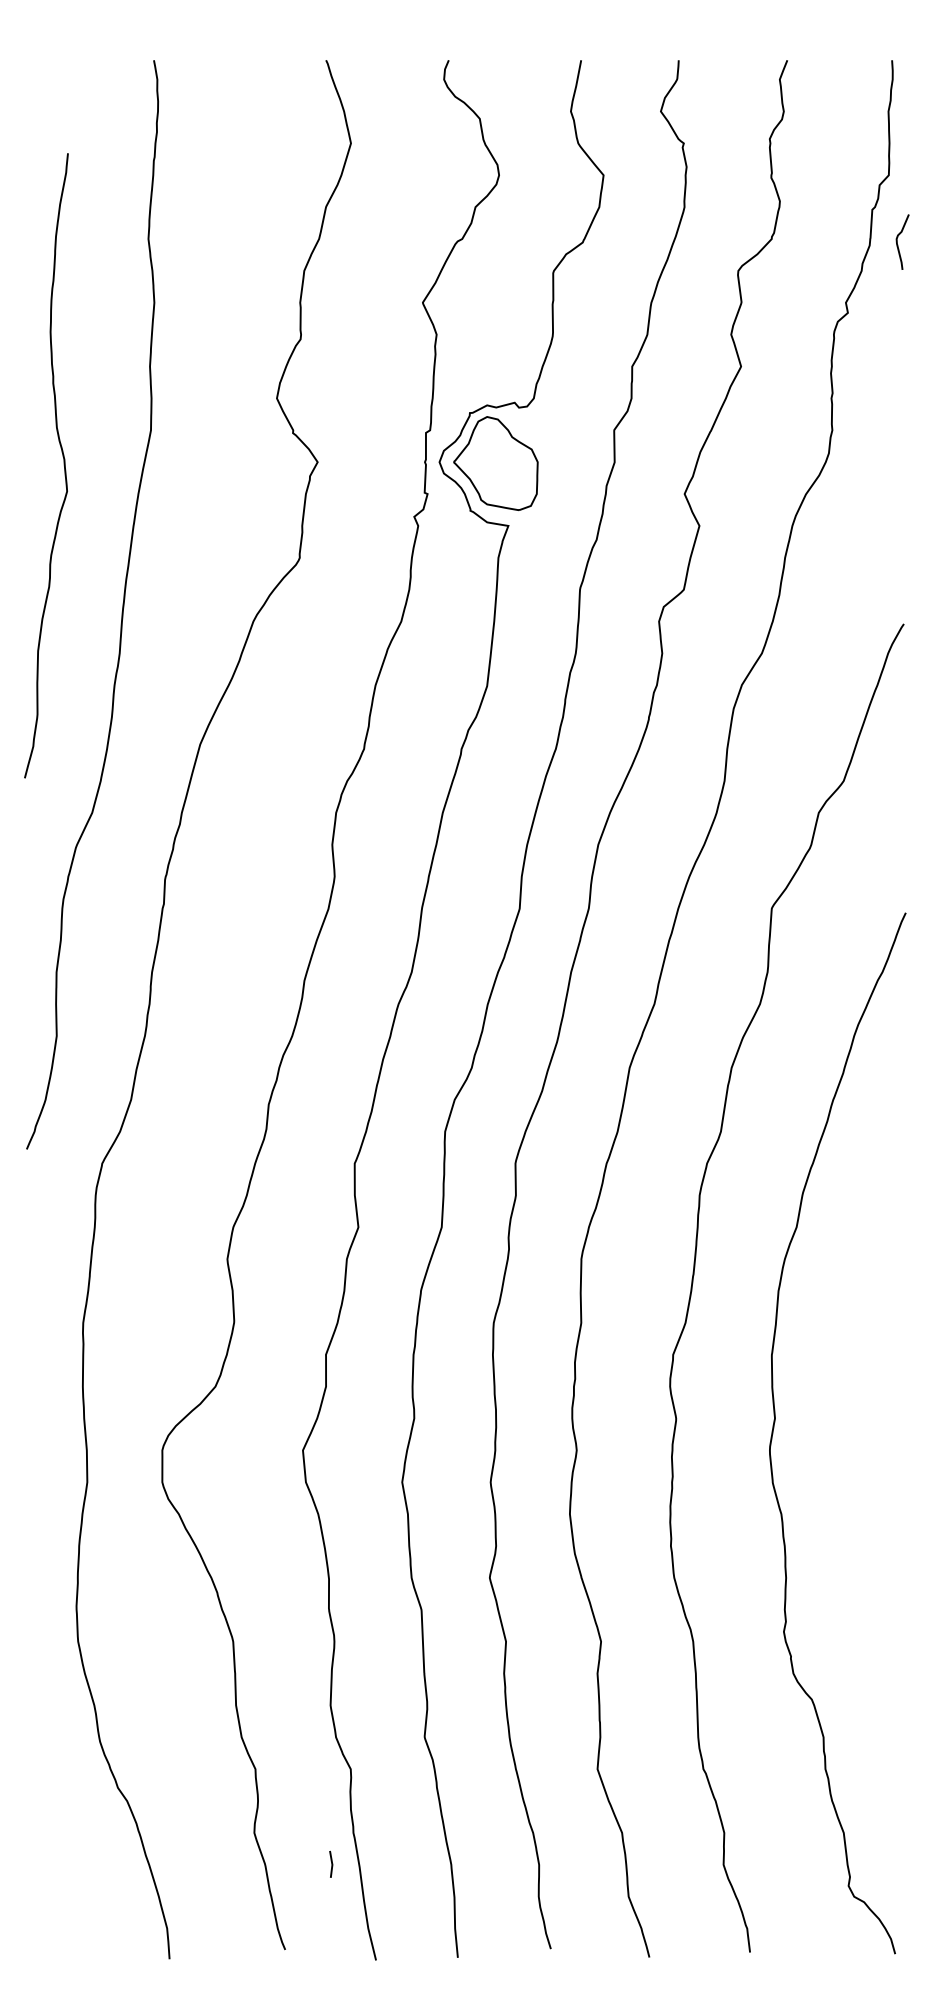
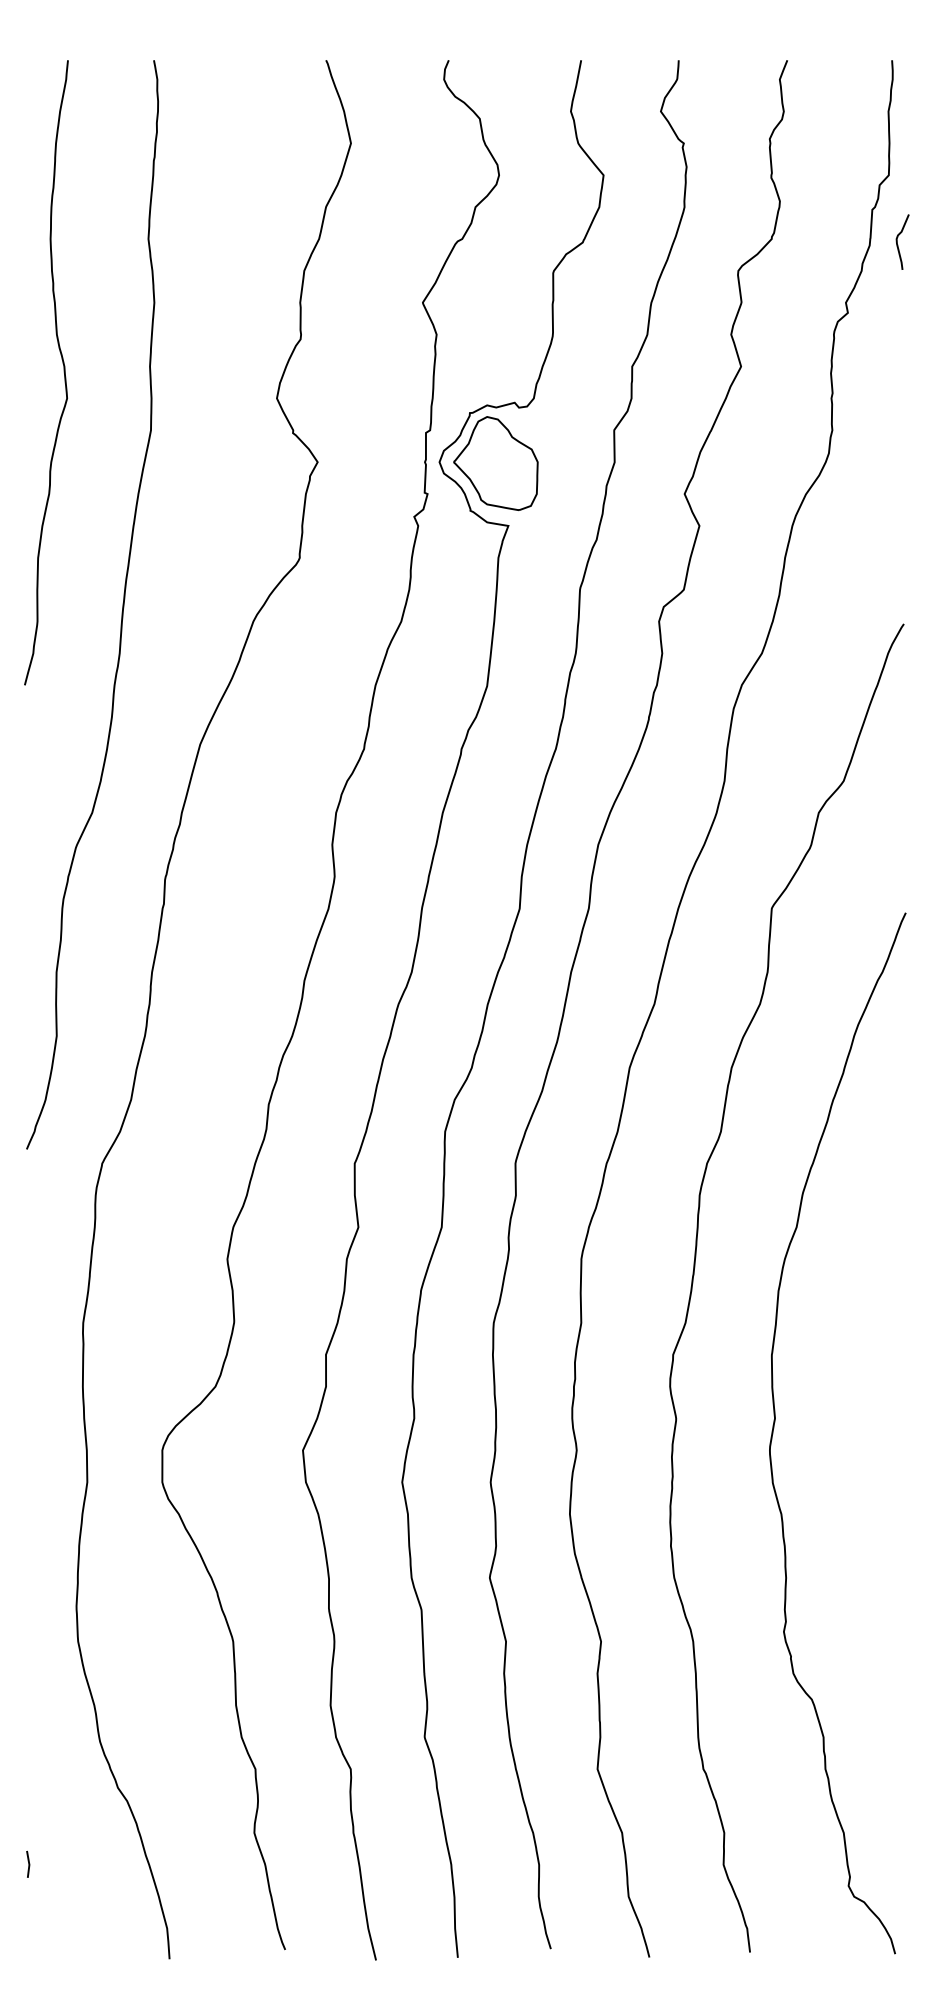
curve at (63, 465) position: (63, 465) -> (63, 372)
line at (331, 1863) position: (331, 1863) -> (28, 1863)
